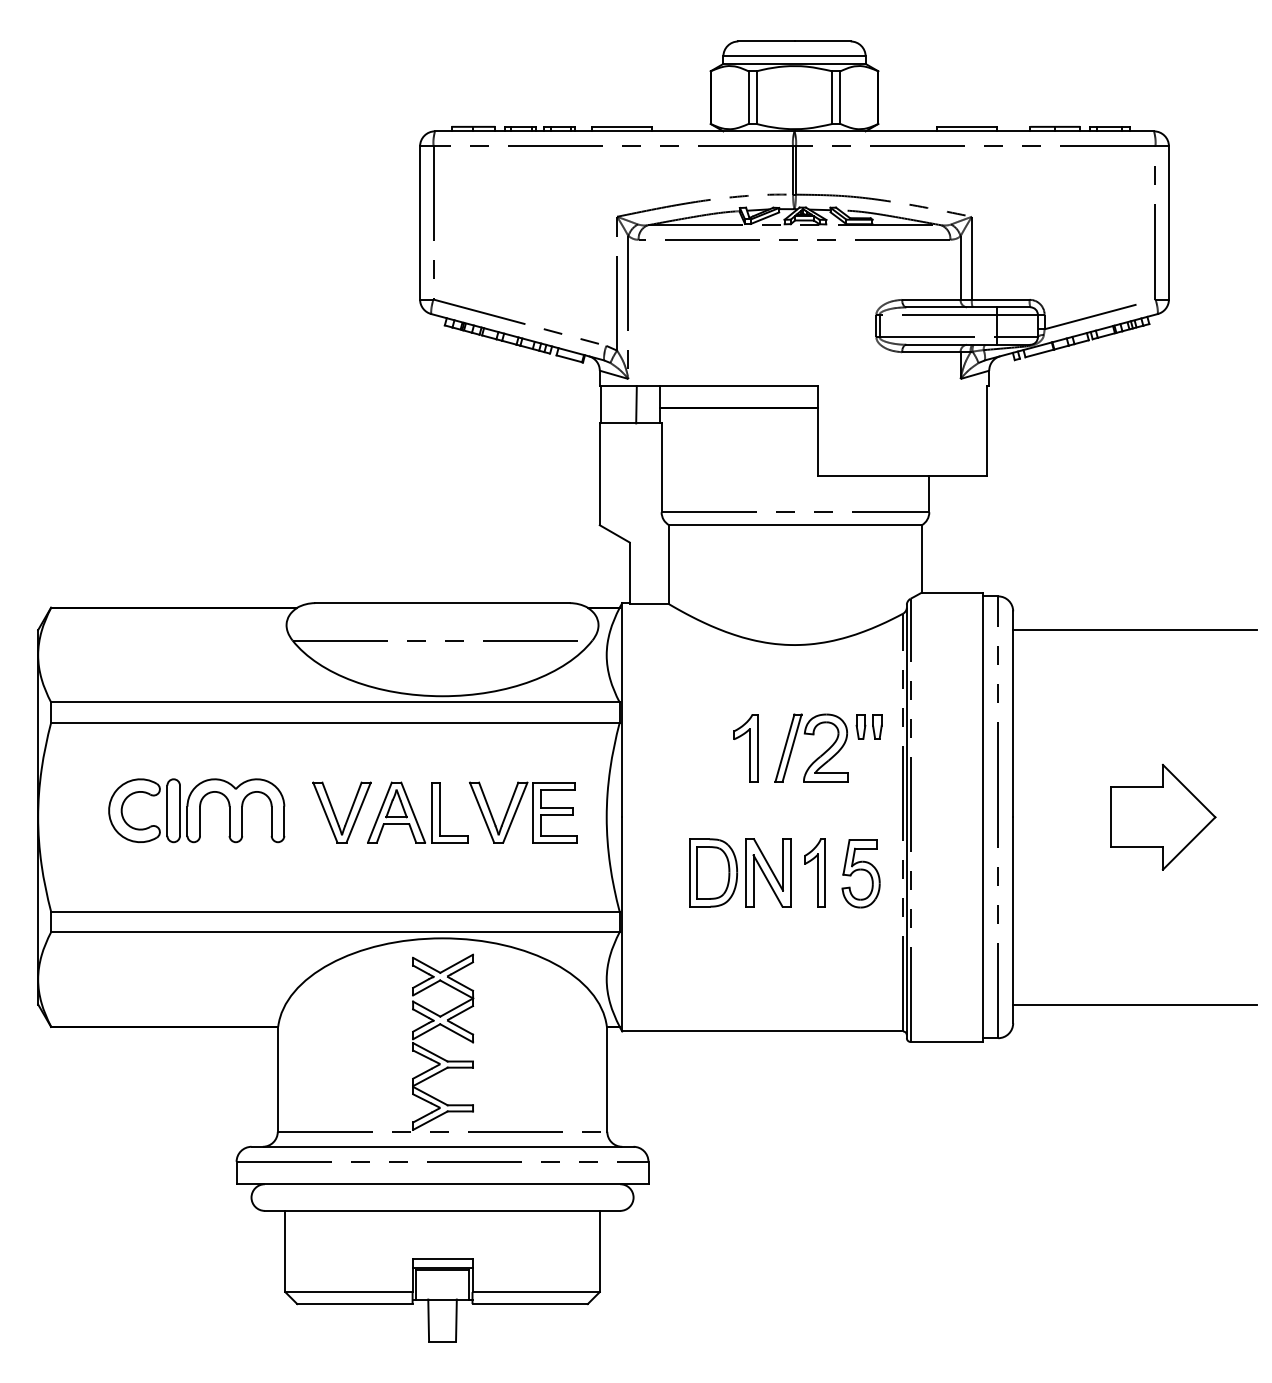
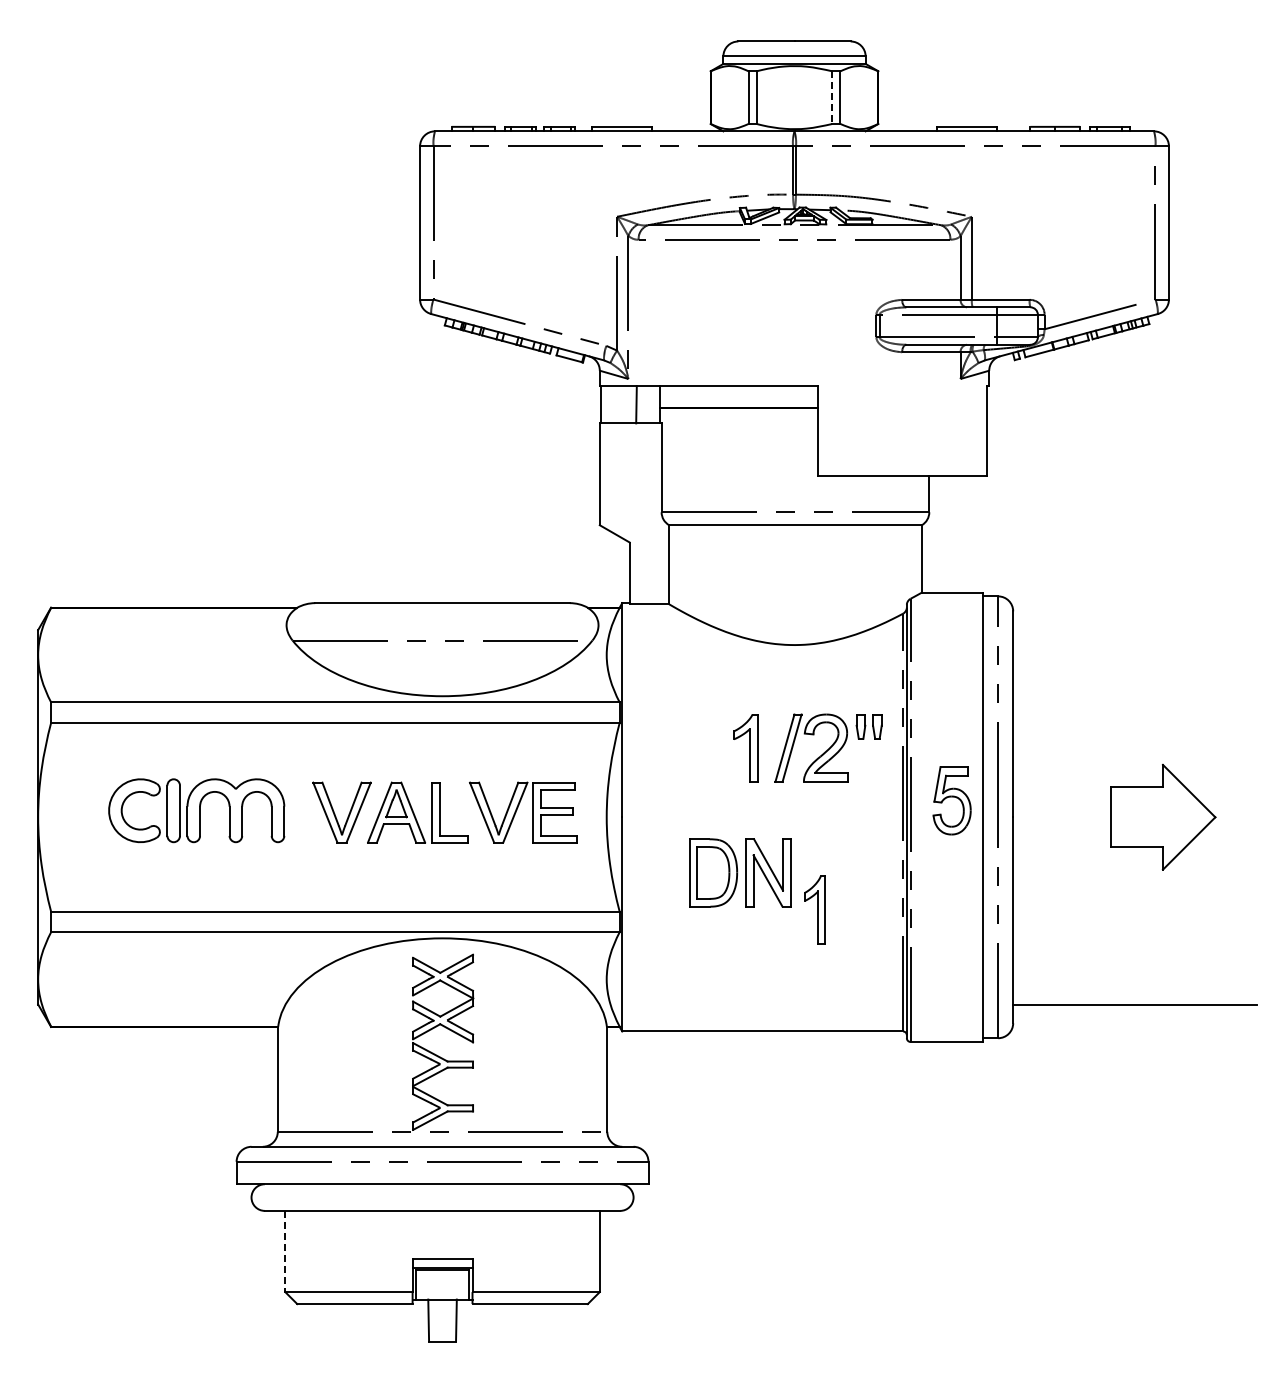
line at (832, 98): solid -> dashed
line at (1134, 630): present -> none
part at (814, 872) position: (814, 872) -> (814, 909)
part at (860, 873) position: (860, 873) -> (951, 800)
line at (285, 1251): solid -> dashed
